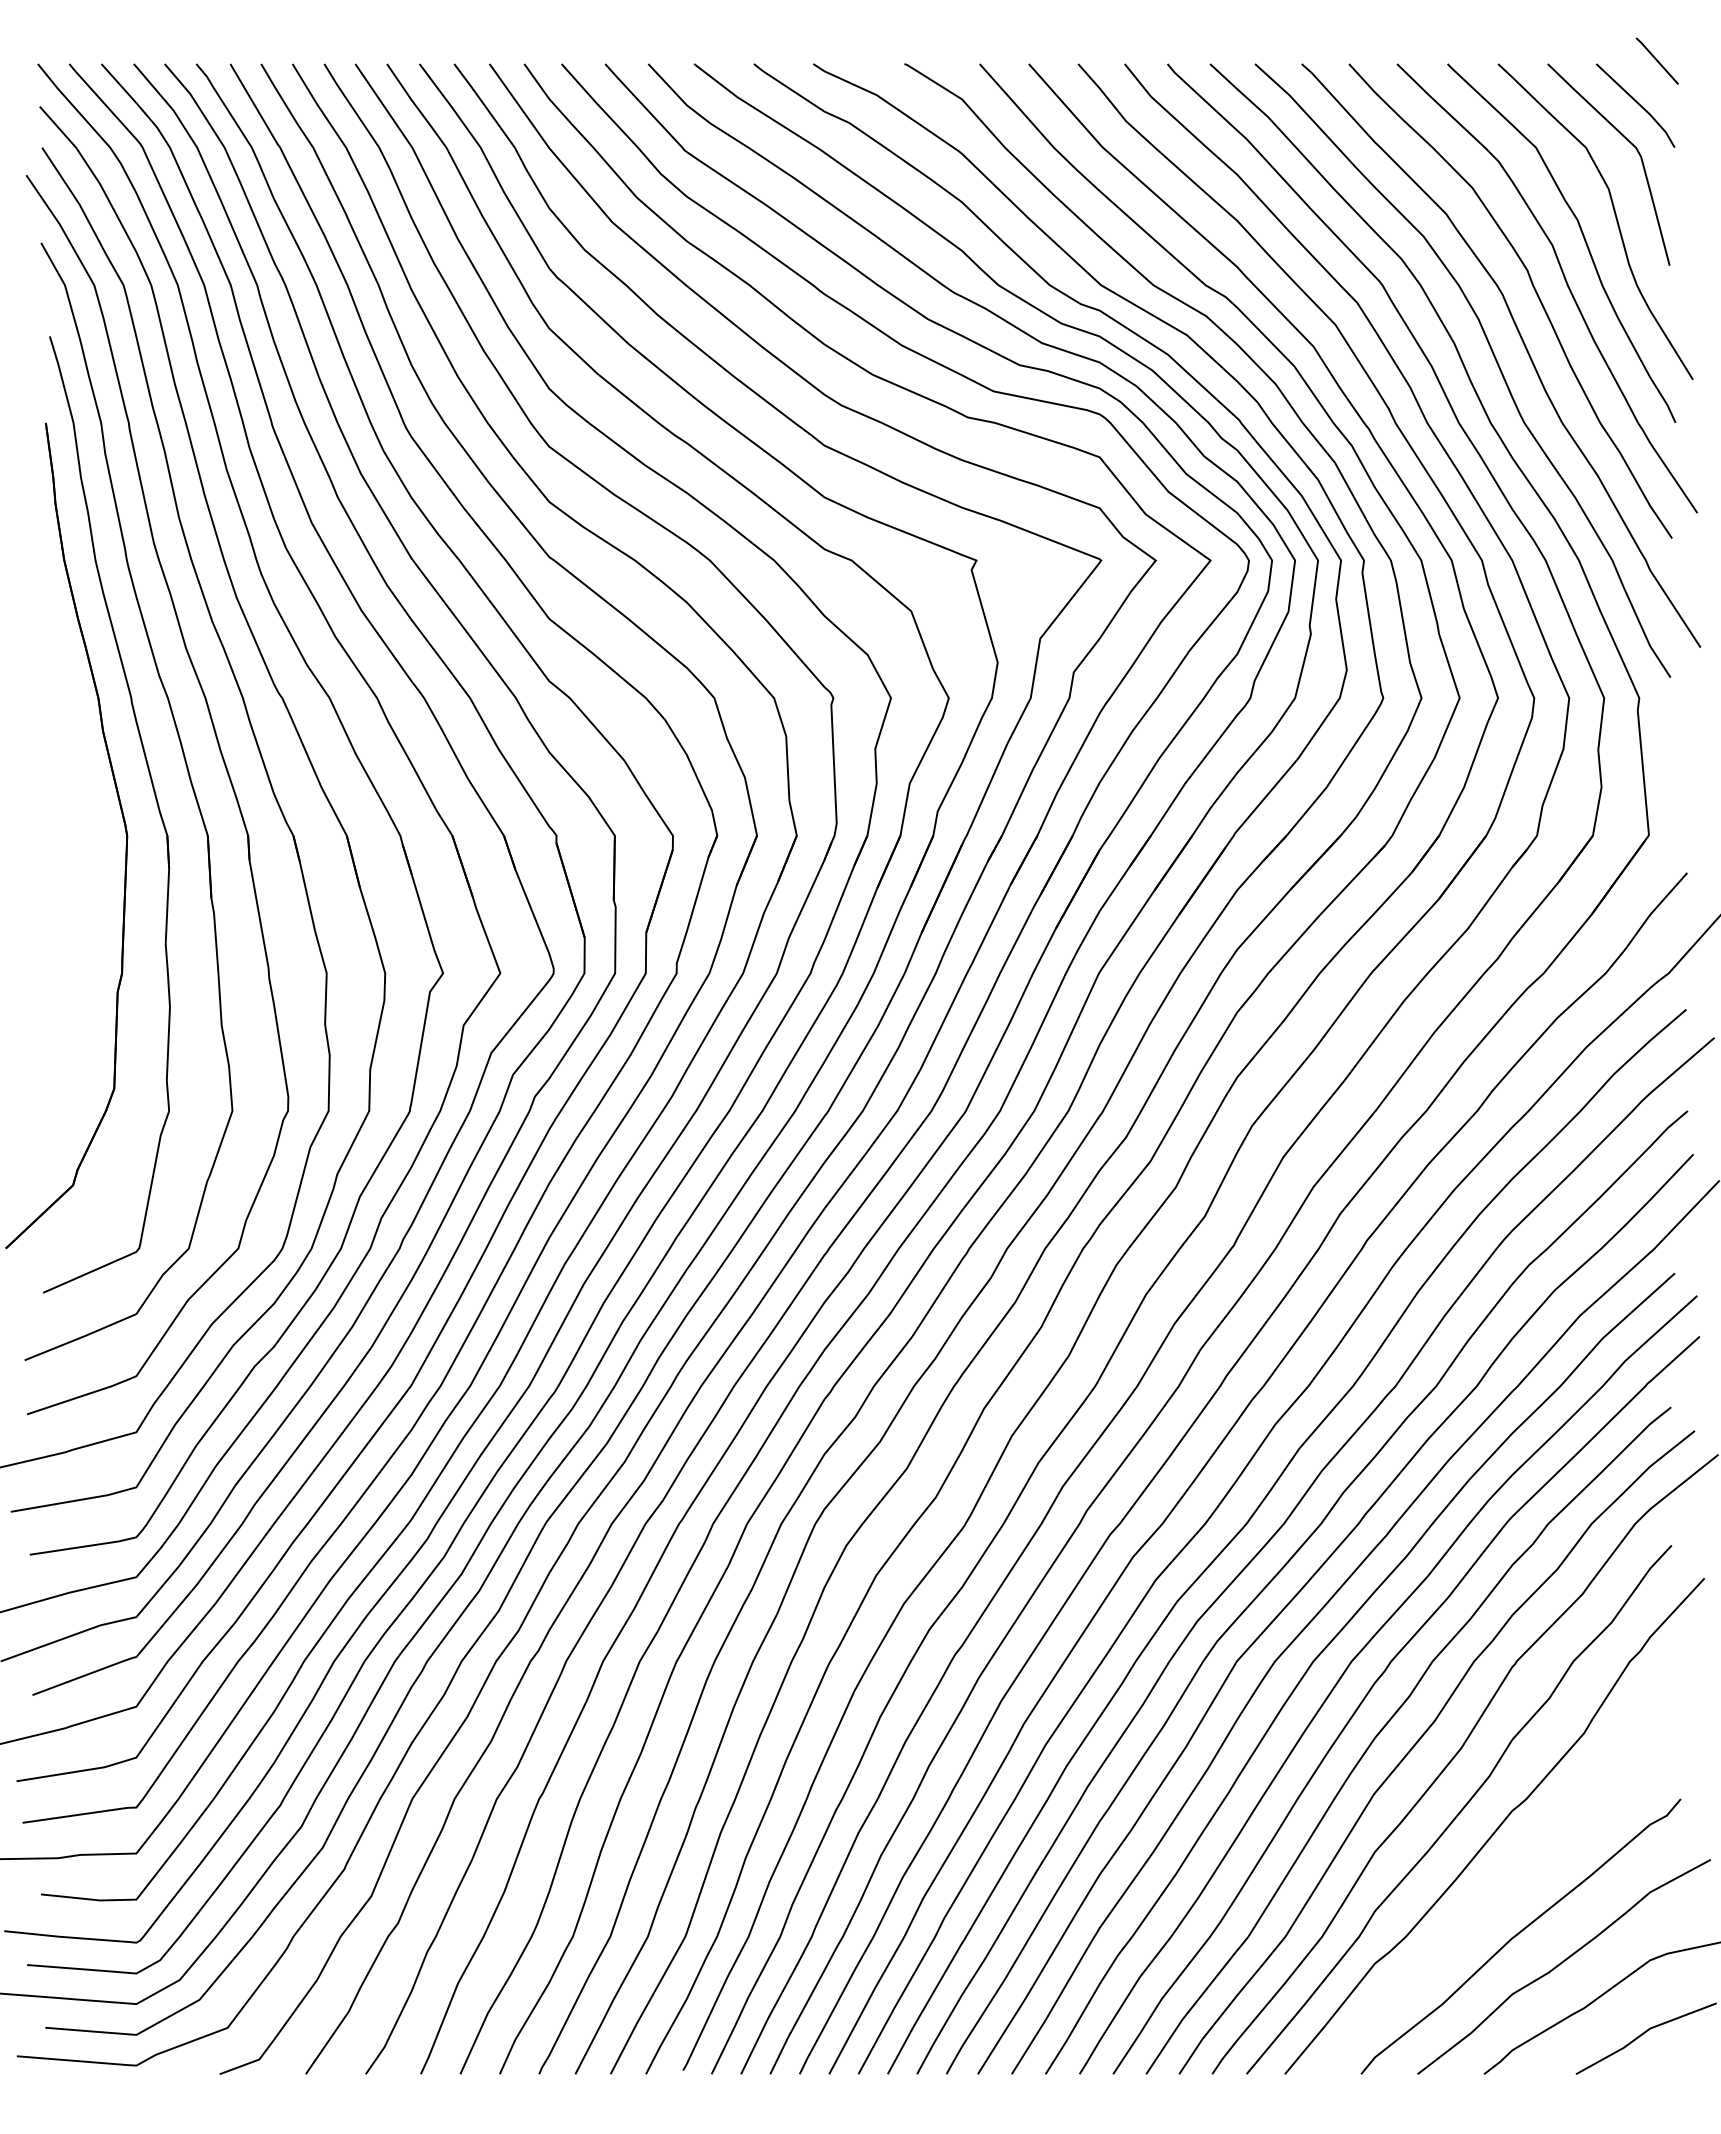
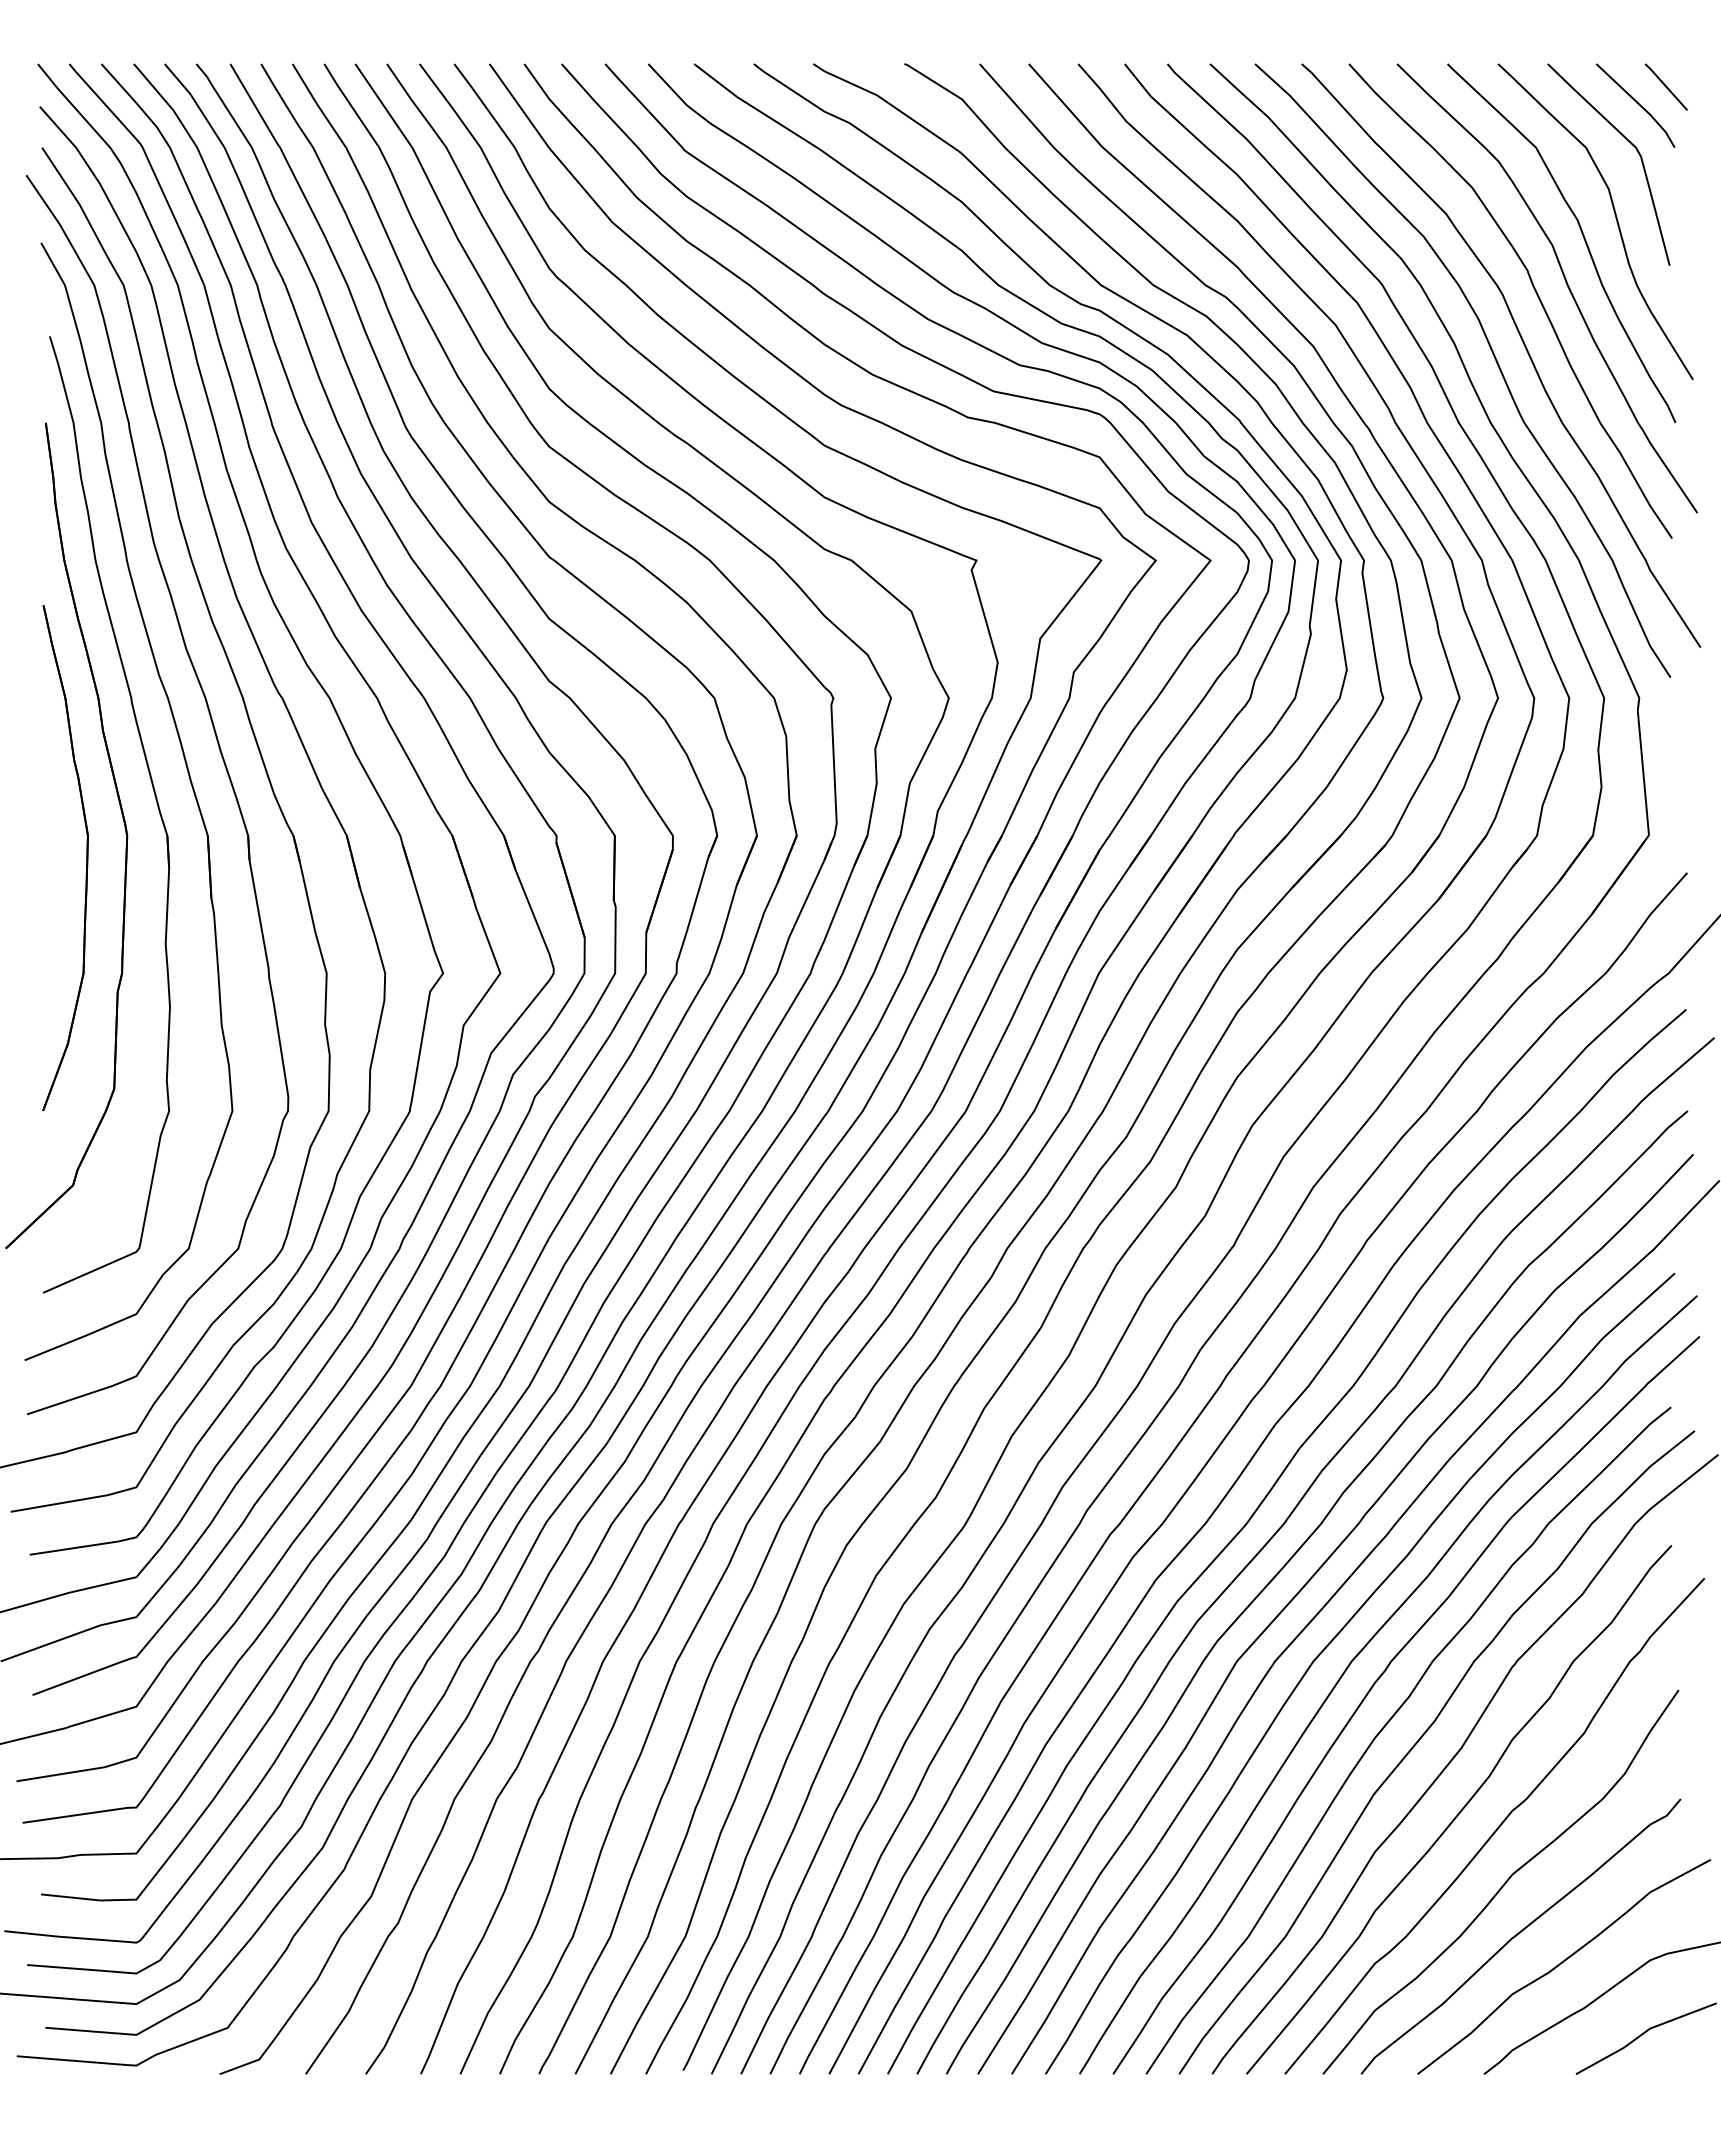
line at (1656, 60) position: (1656, 60) -> (1665, 86)
part at (86, 858): none -> present
curve at (1503, 1883): none -> present
